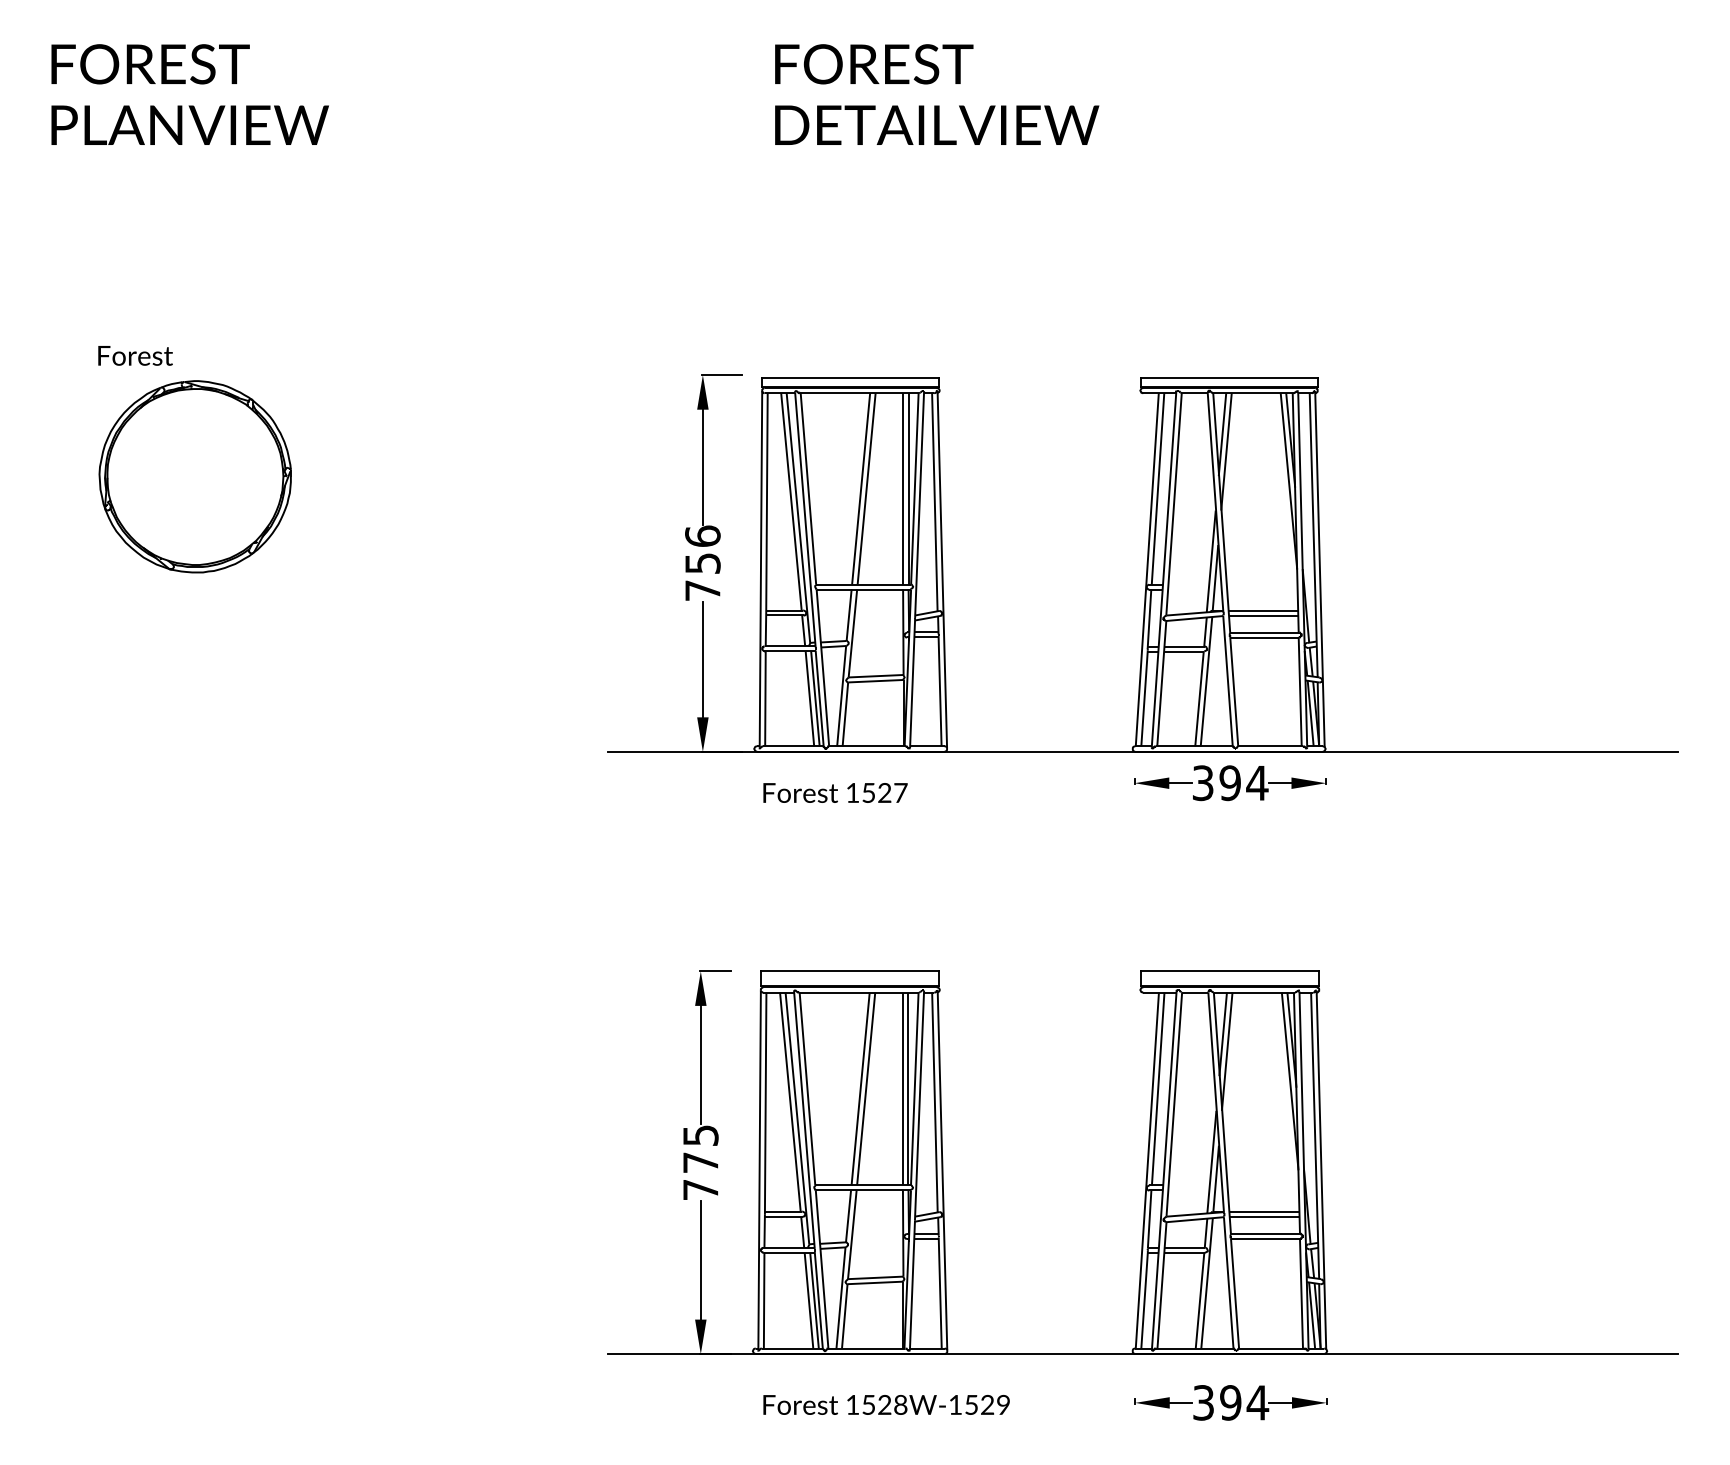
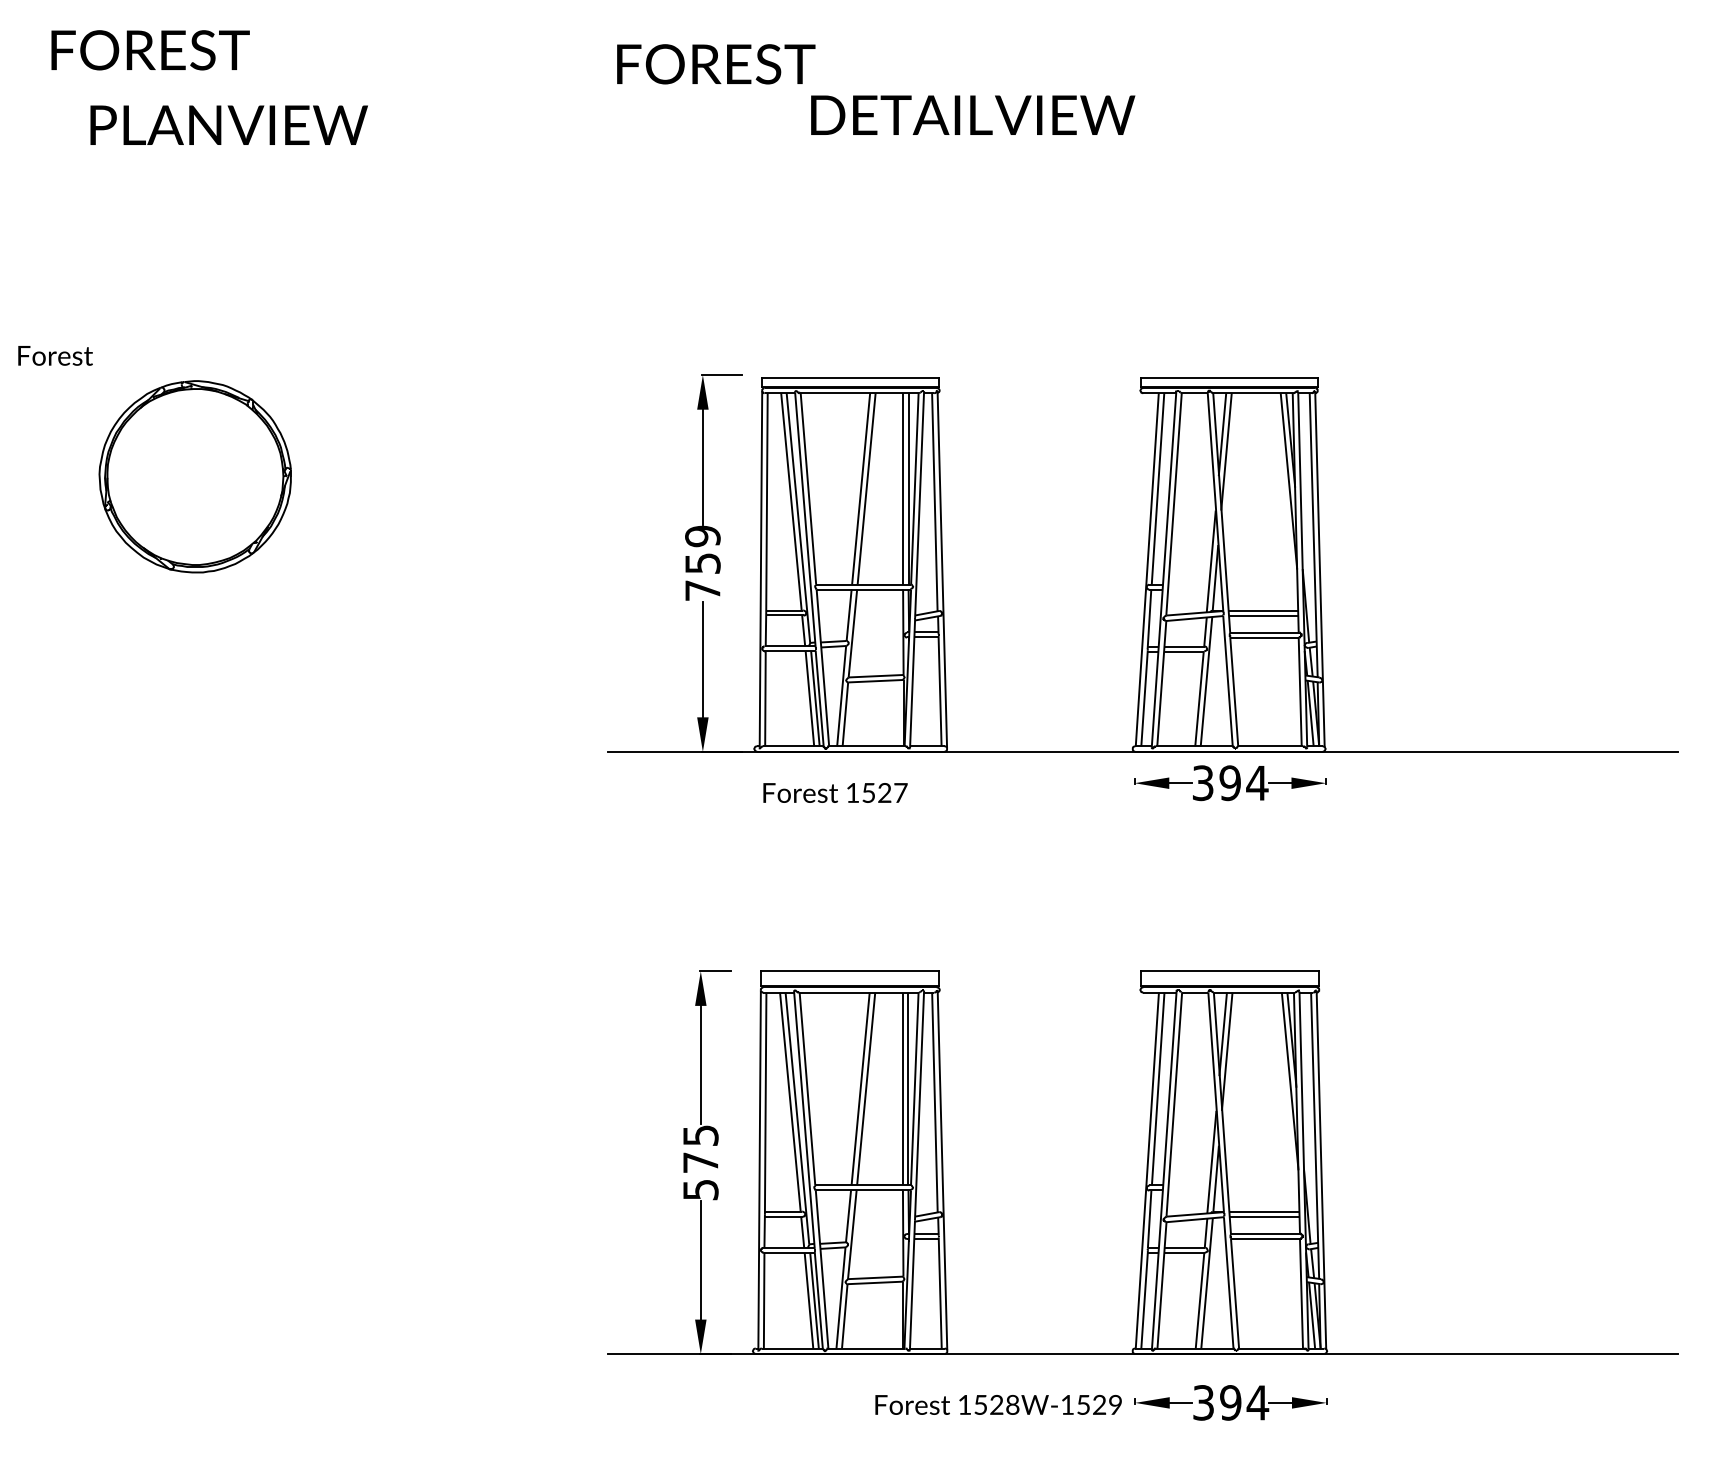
text at (150, 64) position: (150, 64) -> (150, 50)
text at (874, 64) position: (874, 64) -> (716, 64)
text at (189, 124) position: (189, 124) -> (228, 124)
text at (937, 124) position: (937, 124) -> (973, 114)
text at (135, 355) position: (135, 355) -> (55, 355)
text at (702, 536): 756 -> 759
text at (700, 1190): 775 -> 575
text at (886, 1404) position: (886, 1404) -> (998, 1404)
